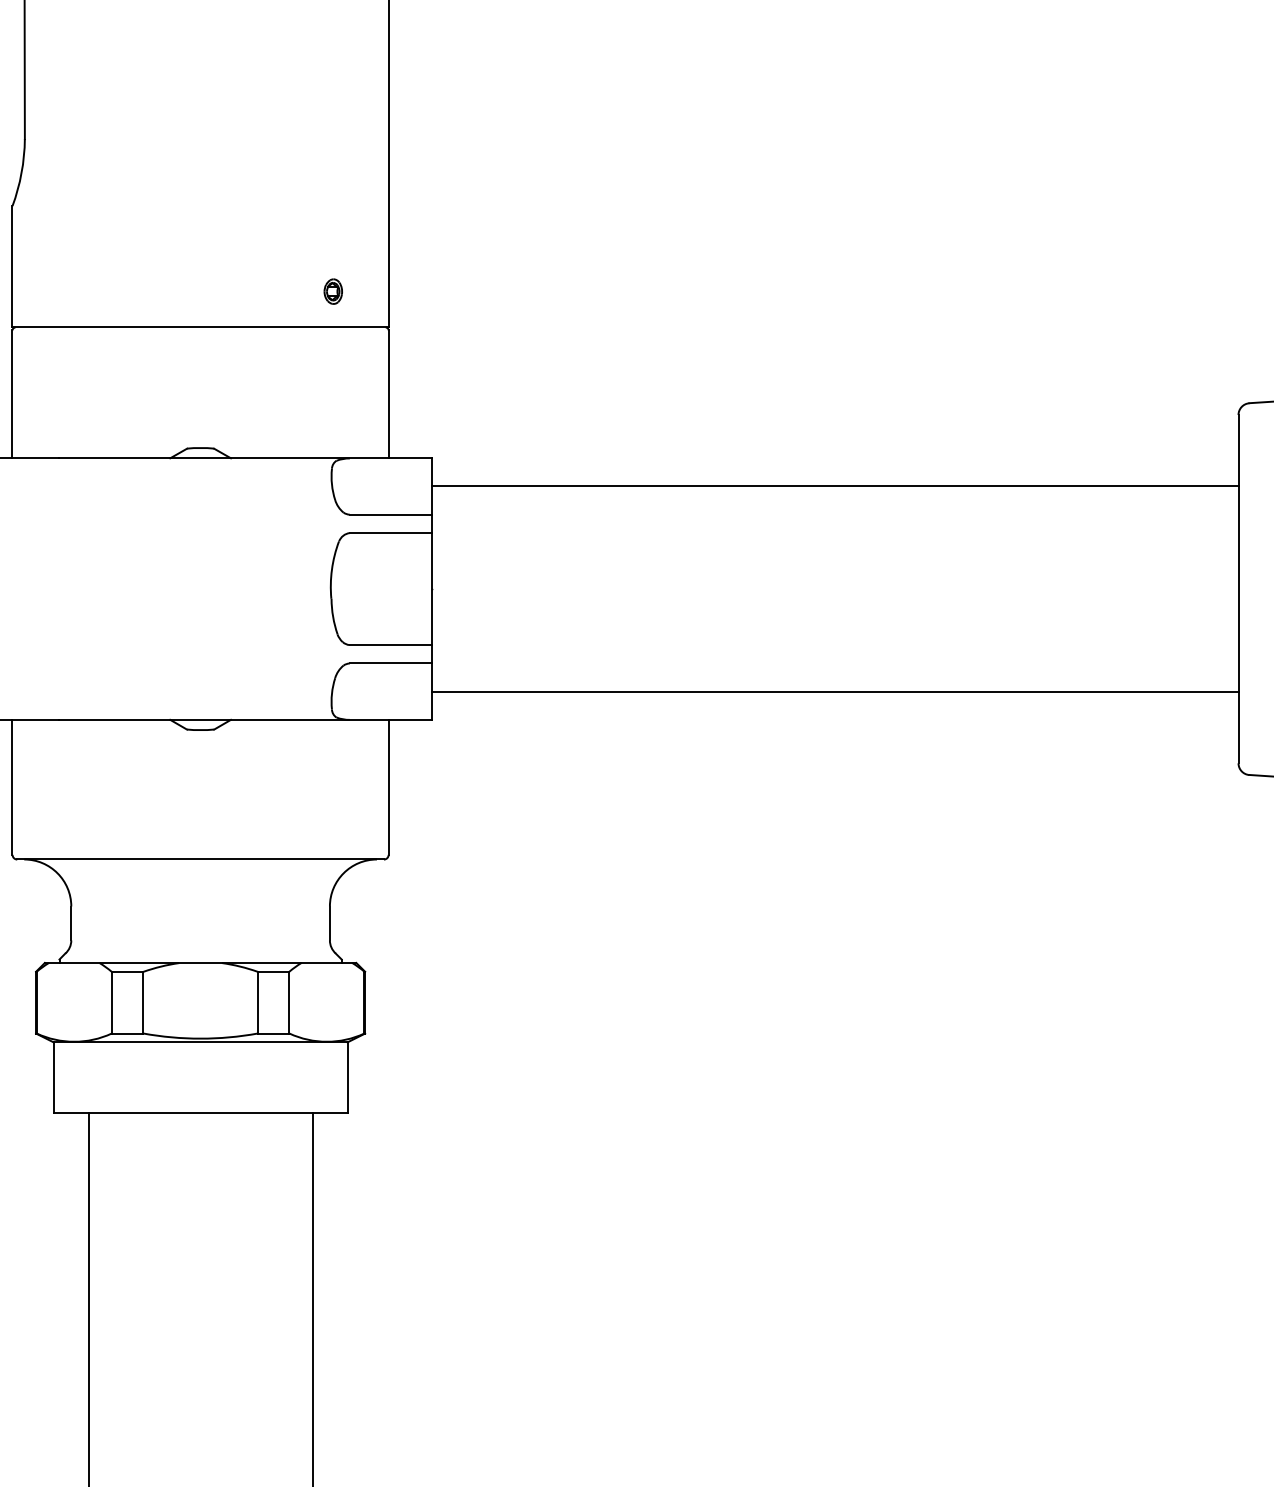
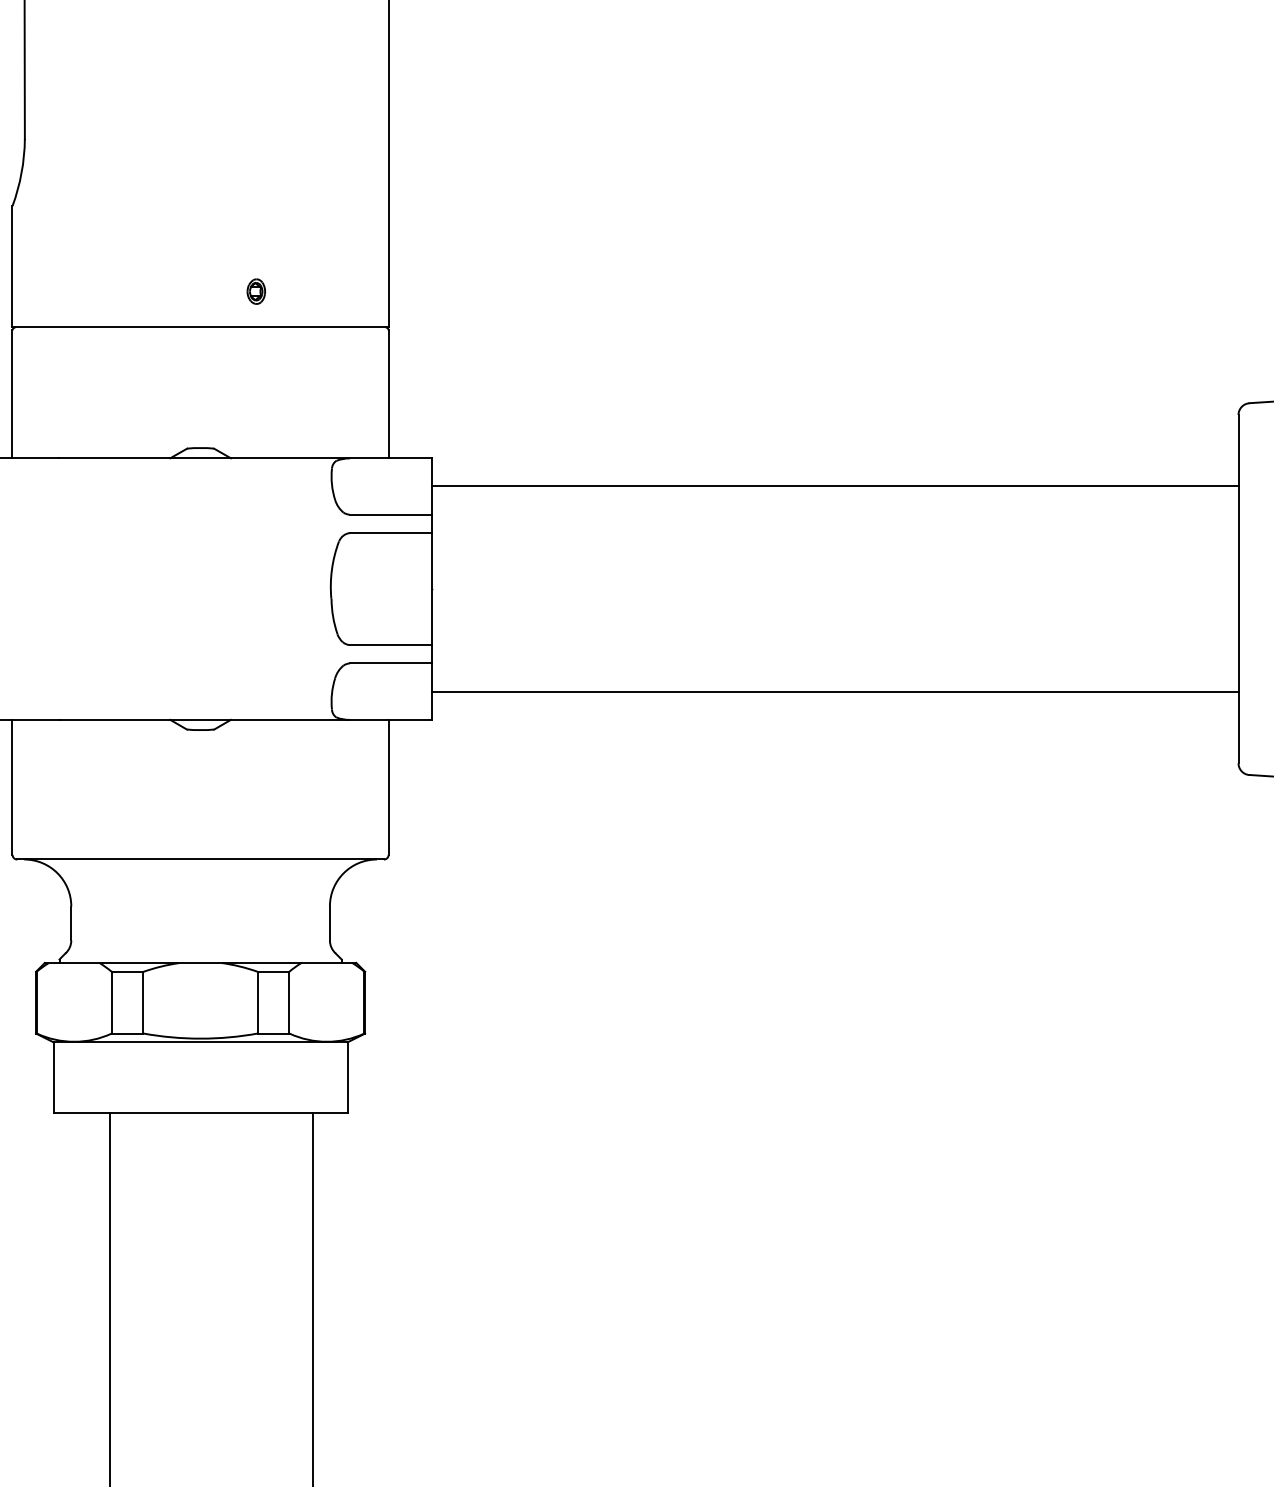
part at (332, 291) position: (332, 291) -> (255, 291)
line at (88, 1298) position: (88, 1298) -> (109, 1298)
